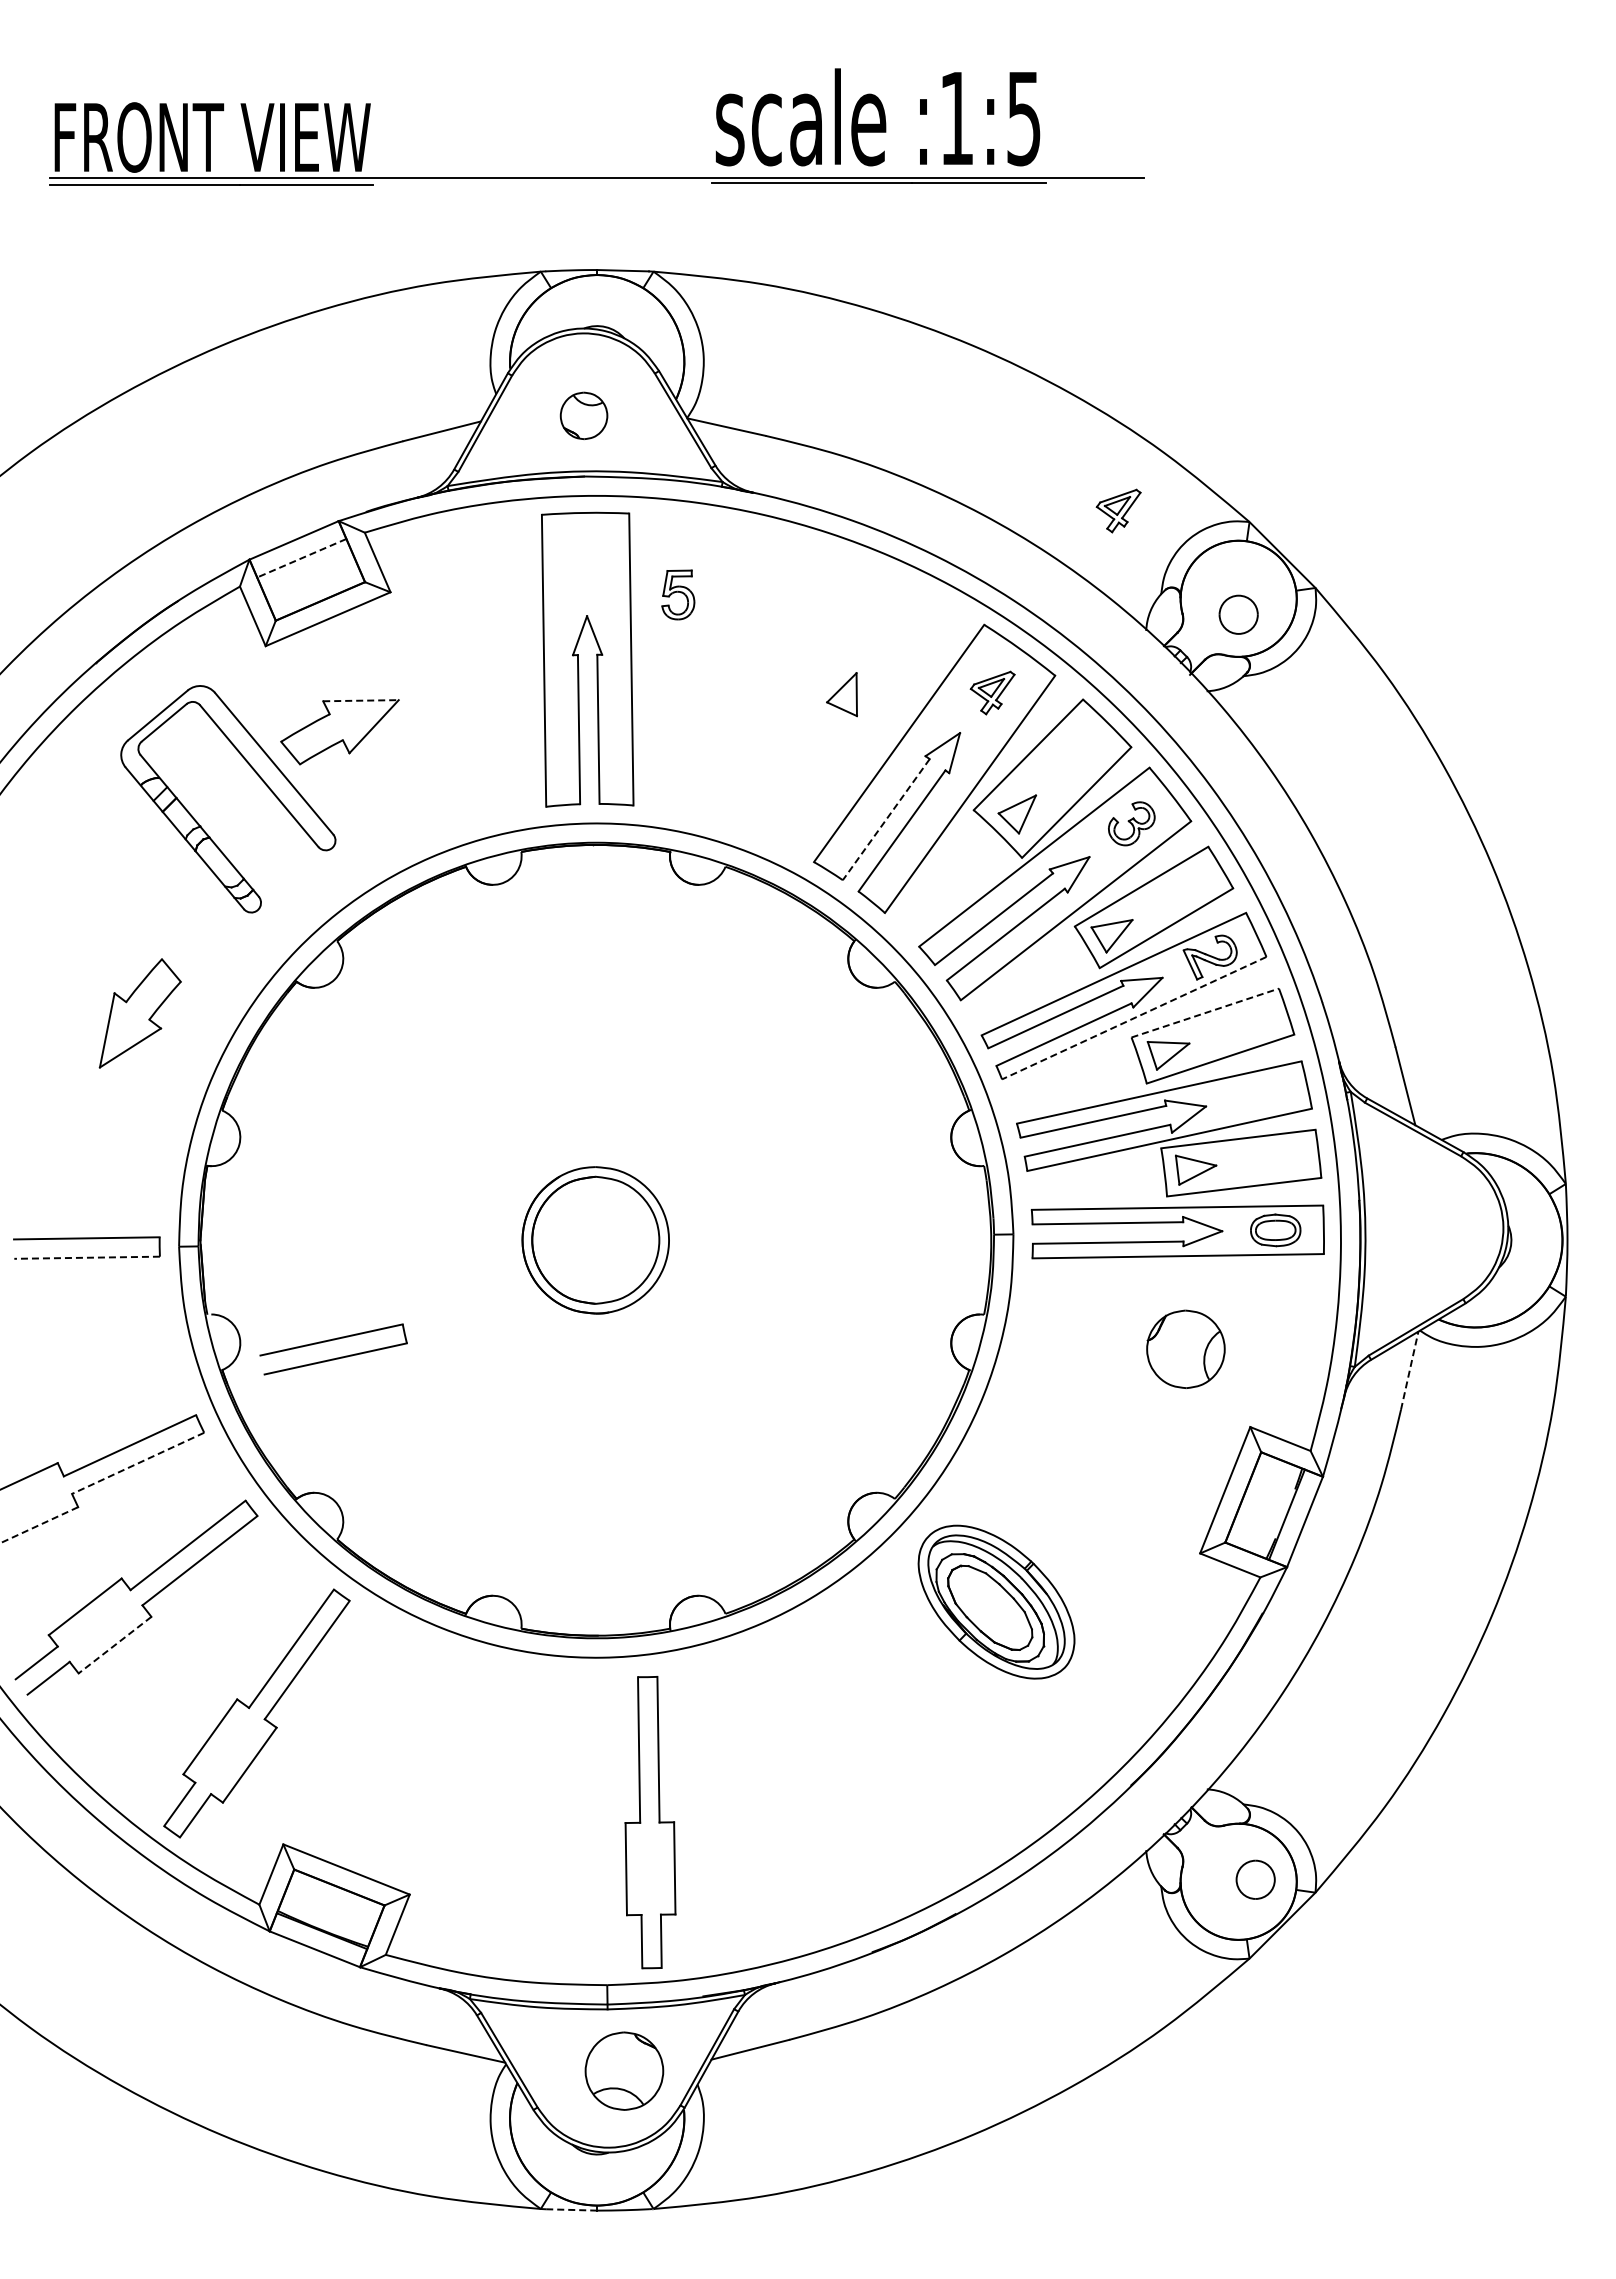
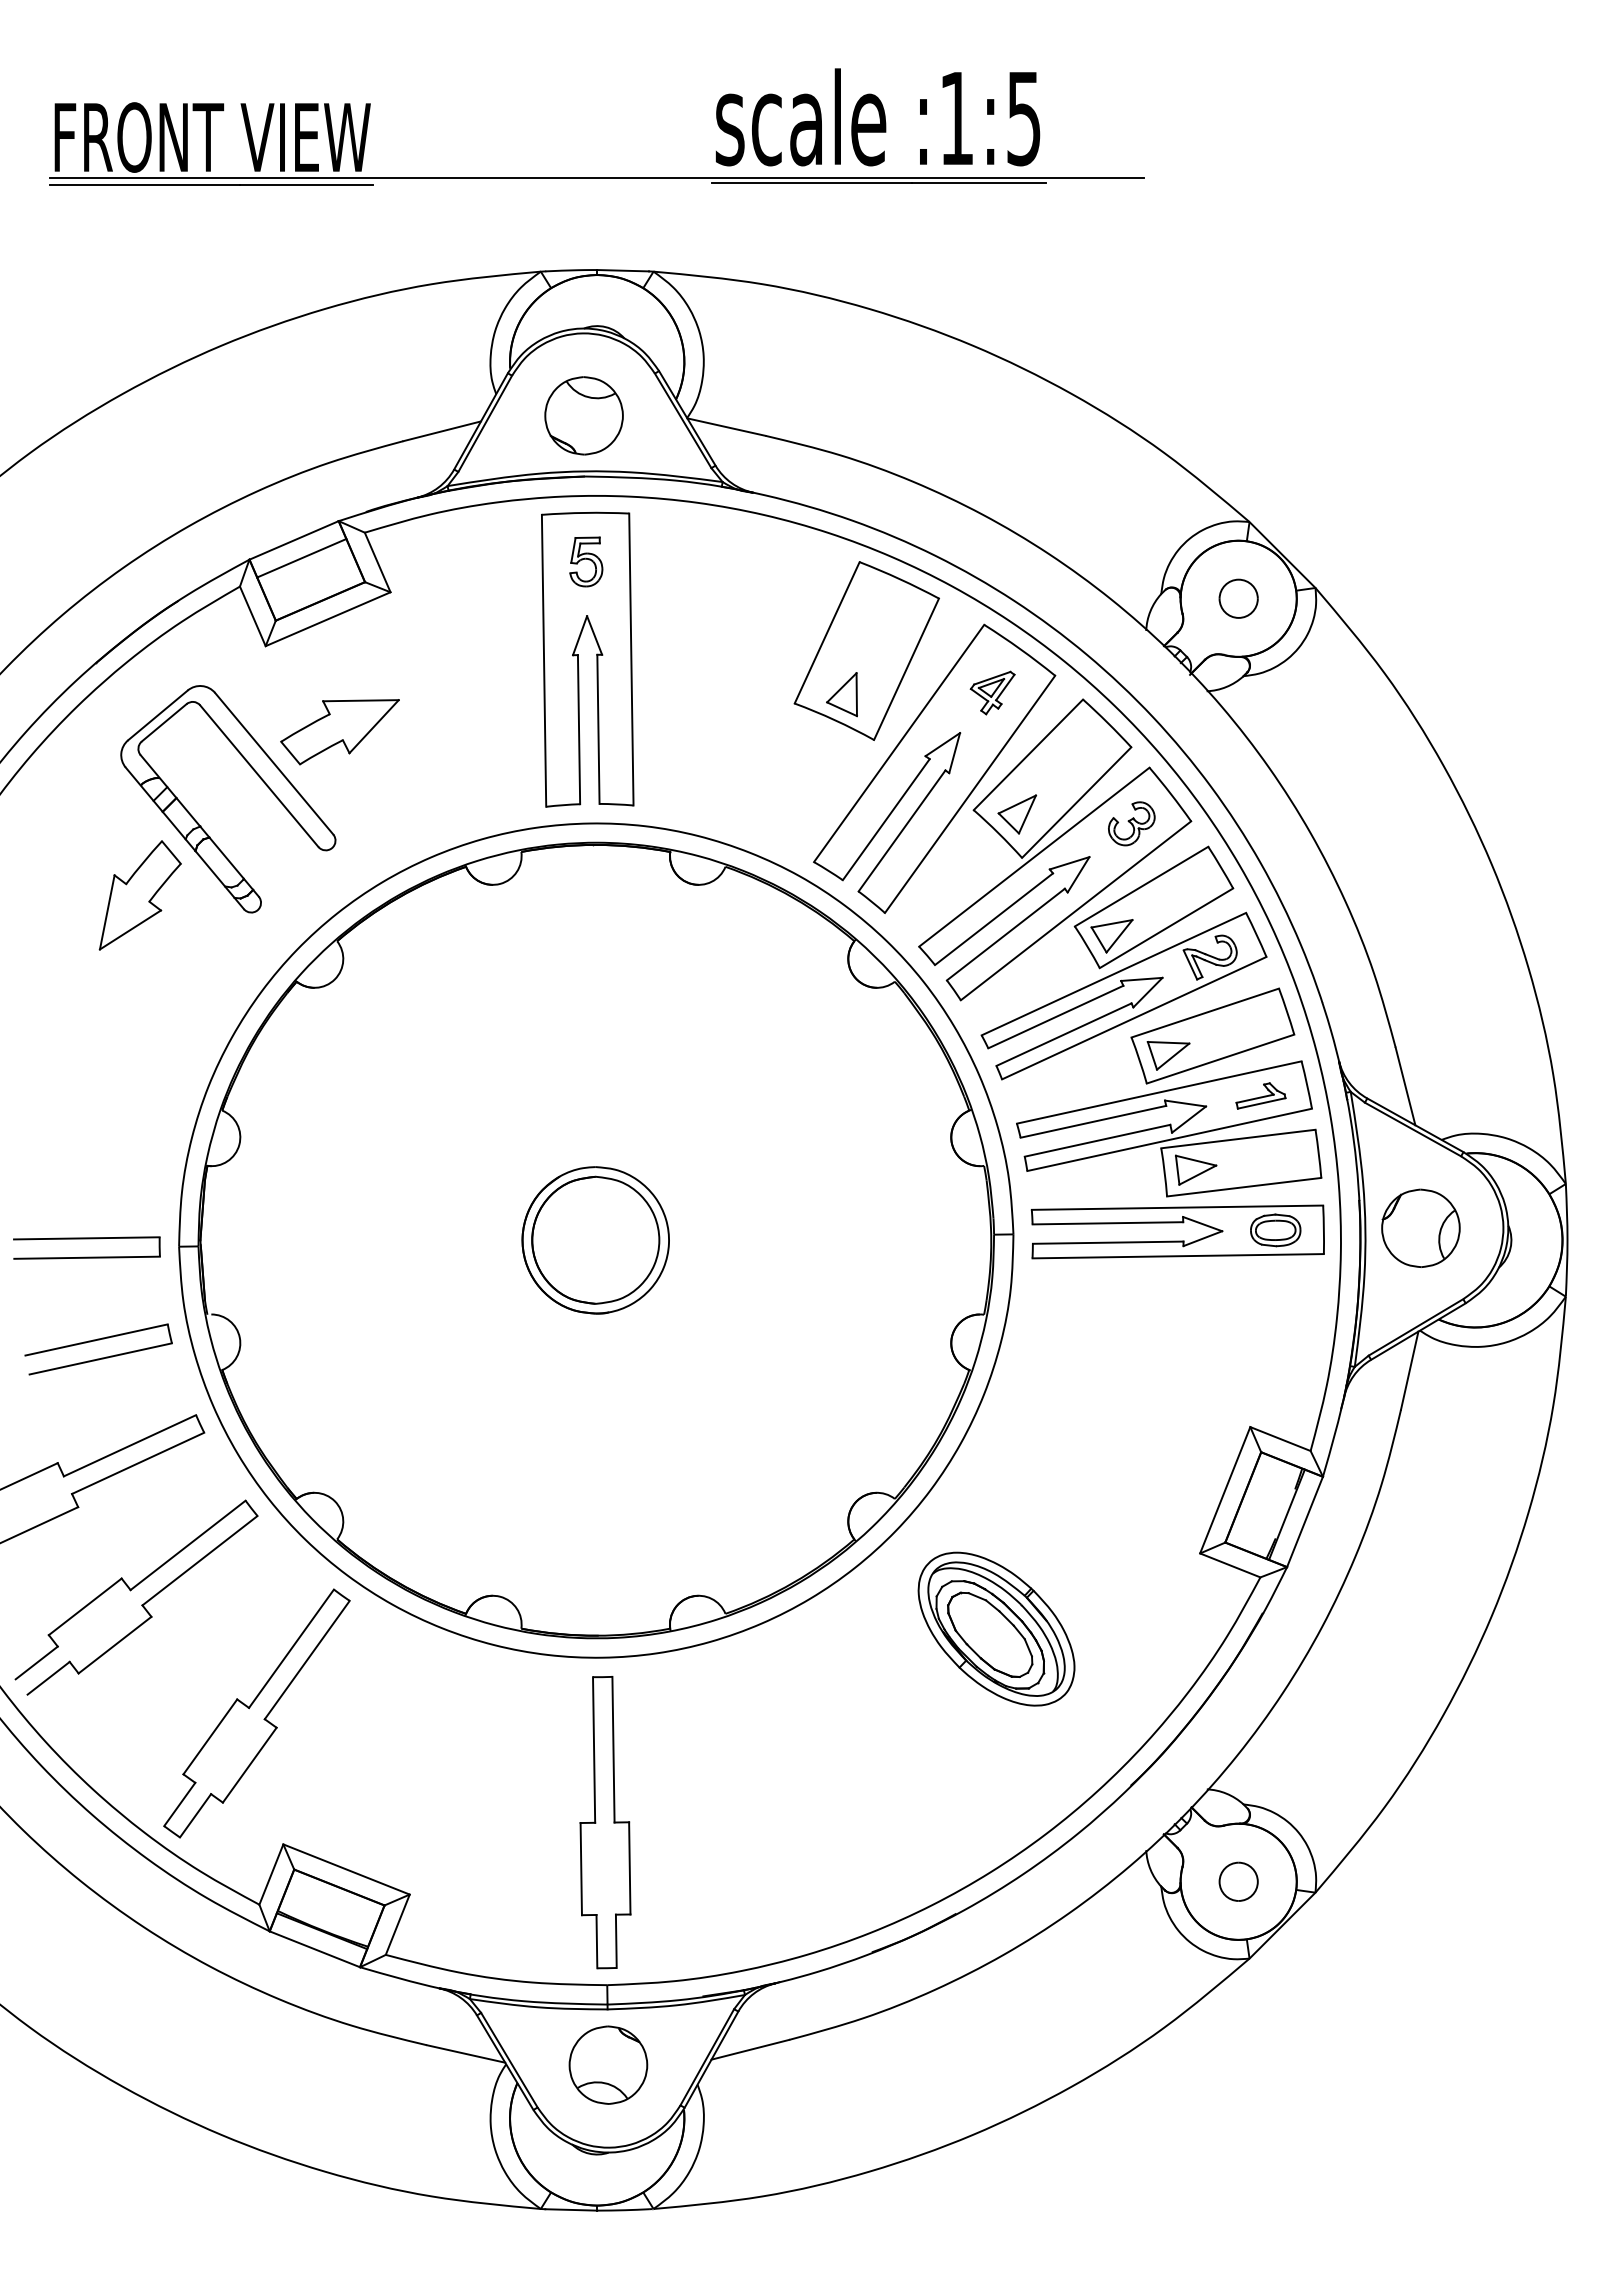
part at (583, 415) size: 50x49 px -> 80x80 px
part at (1118, 510): present -> none
line at (301, 558): dashed -> solid
part at (678, 594) position: (678, 594) -> (586, 561)
part at (1238, 614) position: (1238, 614) -> (1238, 598)
part at (866, 650): none -> present
line at (360, 700): dashed -> solid
line at (885, 820): dashed -> solid
part at (139, 1013) position: (139, 1013) -> (139, 895)
line at (1205, 1013): dashed -> solid
line at (1134, 1018): dashed -> solid
part at (1260, 1095): none -> present
line at (87, 1257): dashed -> solid
part at (330, 1341) position: (330, 1341) -> (95, 1341)
part at (1185, 1348) position: (1185, 1348) -> (1420, 1227)
line at (1409, 1370): dashed -> solid
line at (138, 1463): dashed -> solid
line at (39, 1525): dashed -> solid
part at (996, 1601) position: (996, 1601) -> (996, 1628)
line at (114, 1645): dashed -> solid
part at (650, 1822) position: (650, 1822) -> (605, 1822)
part at (1255, 1879) position: (1255, 1879) -> (1238, 1881)
part at (624, 2070) position: (624, 2070) -> (608, 2064)
line at (571, 2209): dashed -> solid
